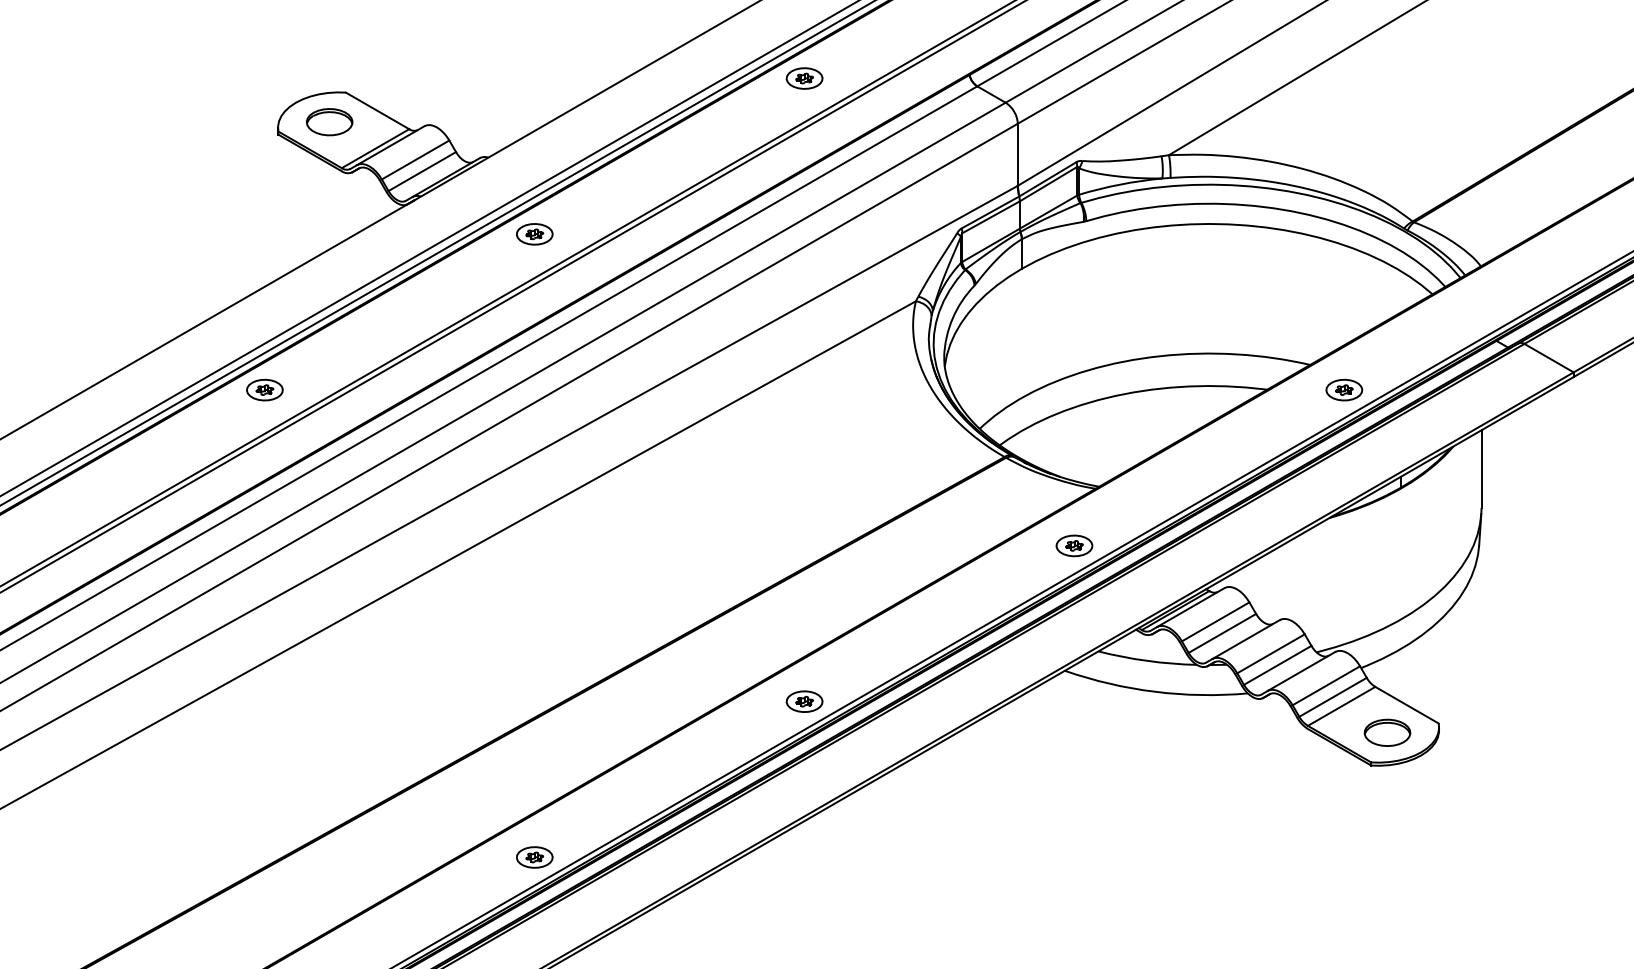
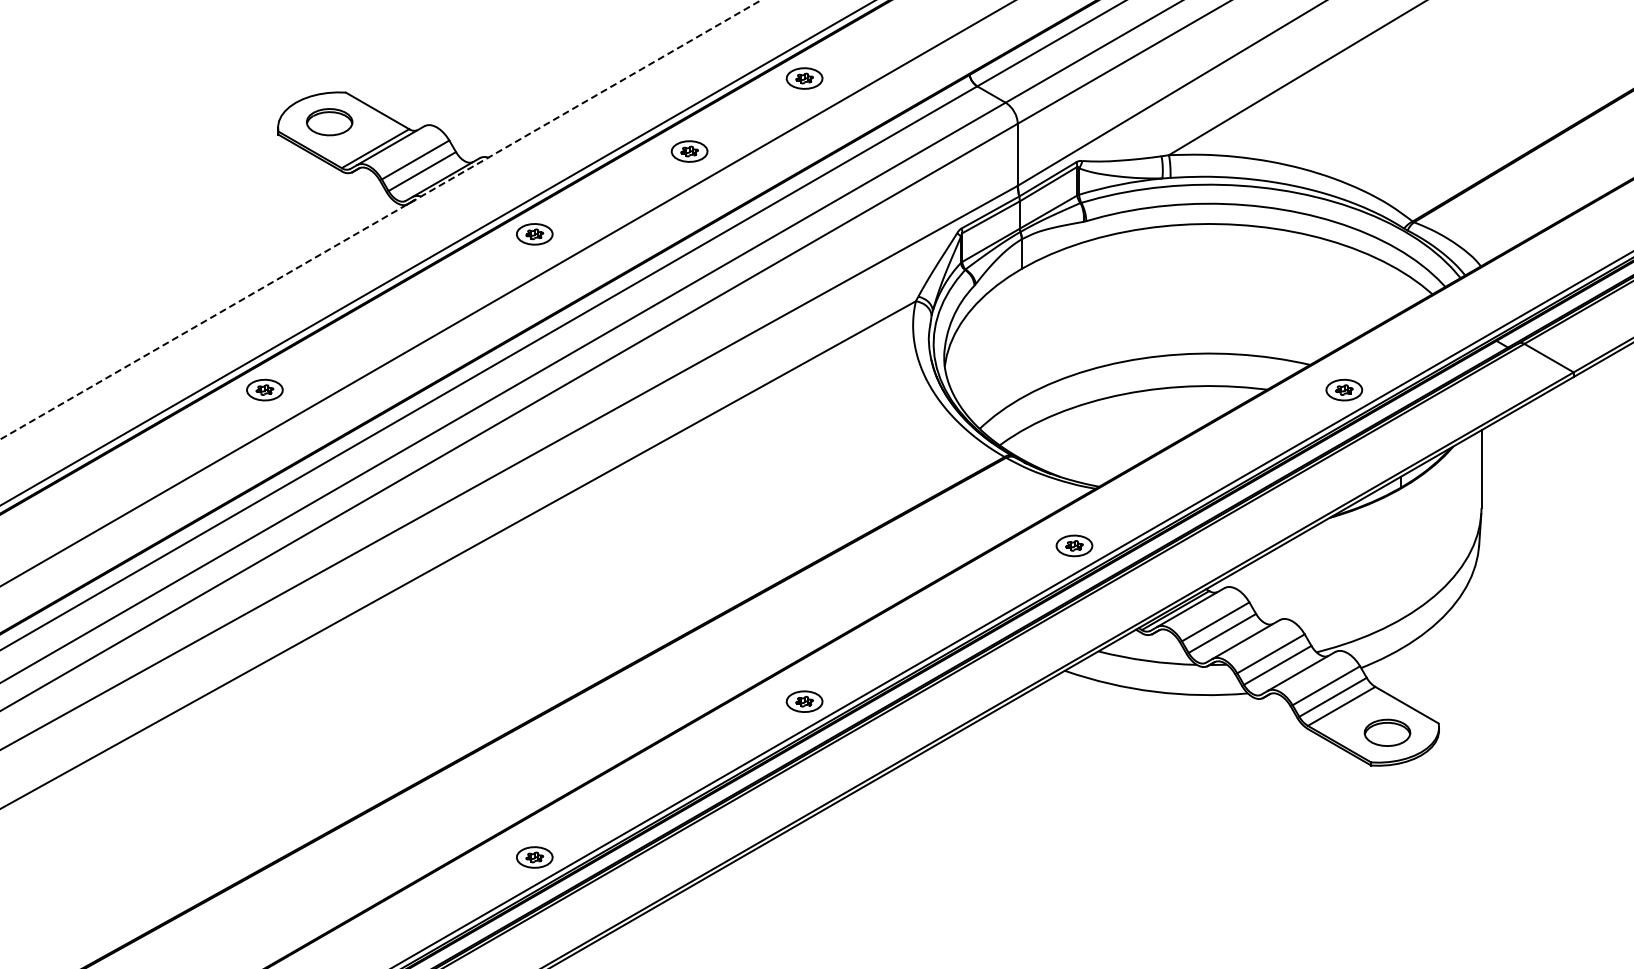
part at (689, 151): none -> present
line at (380, 220): solid -> dashed
line at (429, 248): present -> none
line at (512, 296): present -> none
